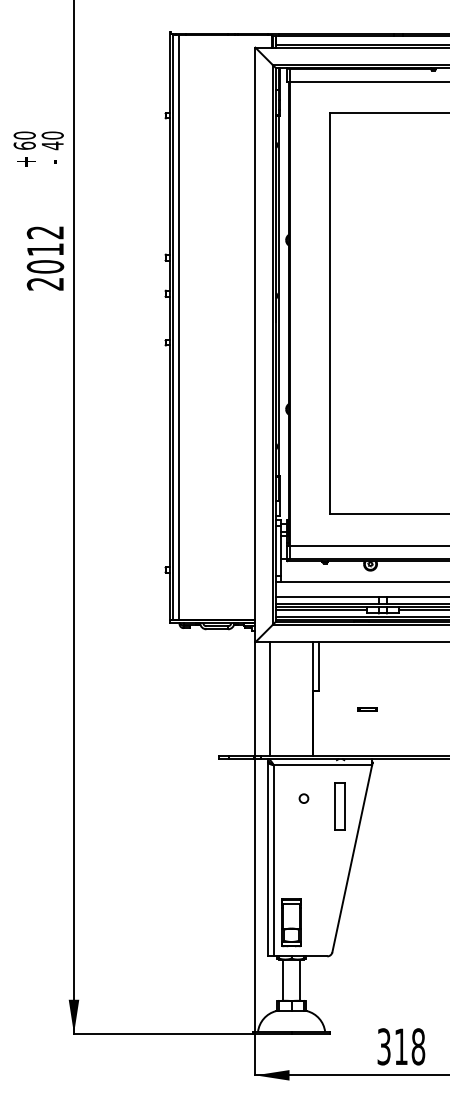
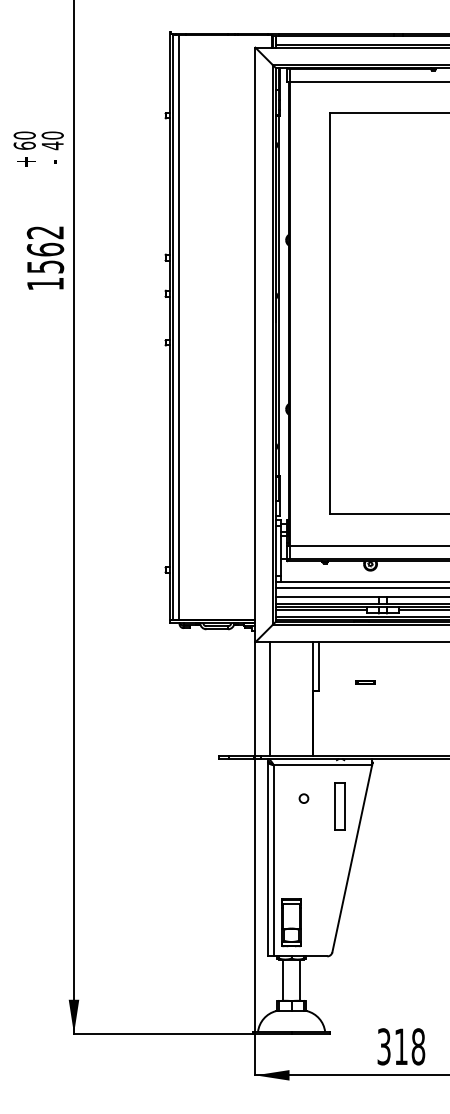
text at (45, 266): 2012 -> 1562
line at (361, 587): none -> present
line at (367, 708) position: (367, 708) -> (365, 681)
